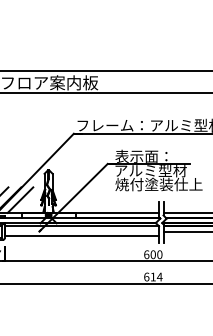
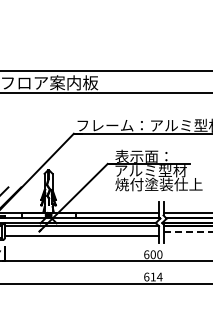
line at (20, 199): present -> none
line at (188, 231): solid -> dashed
